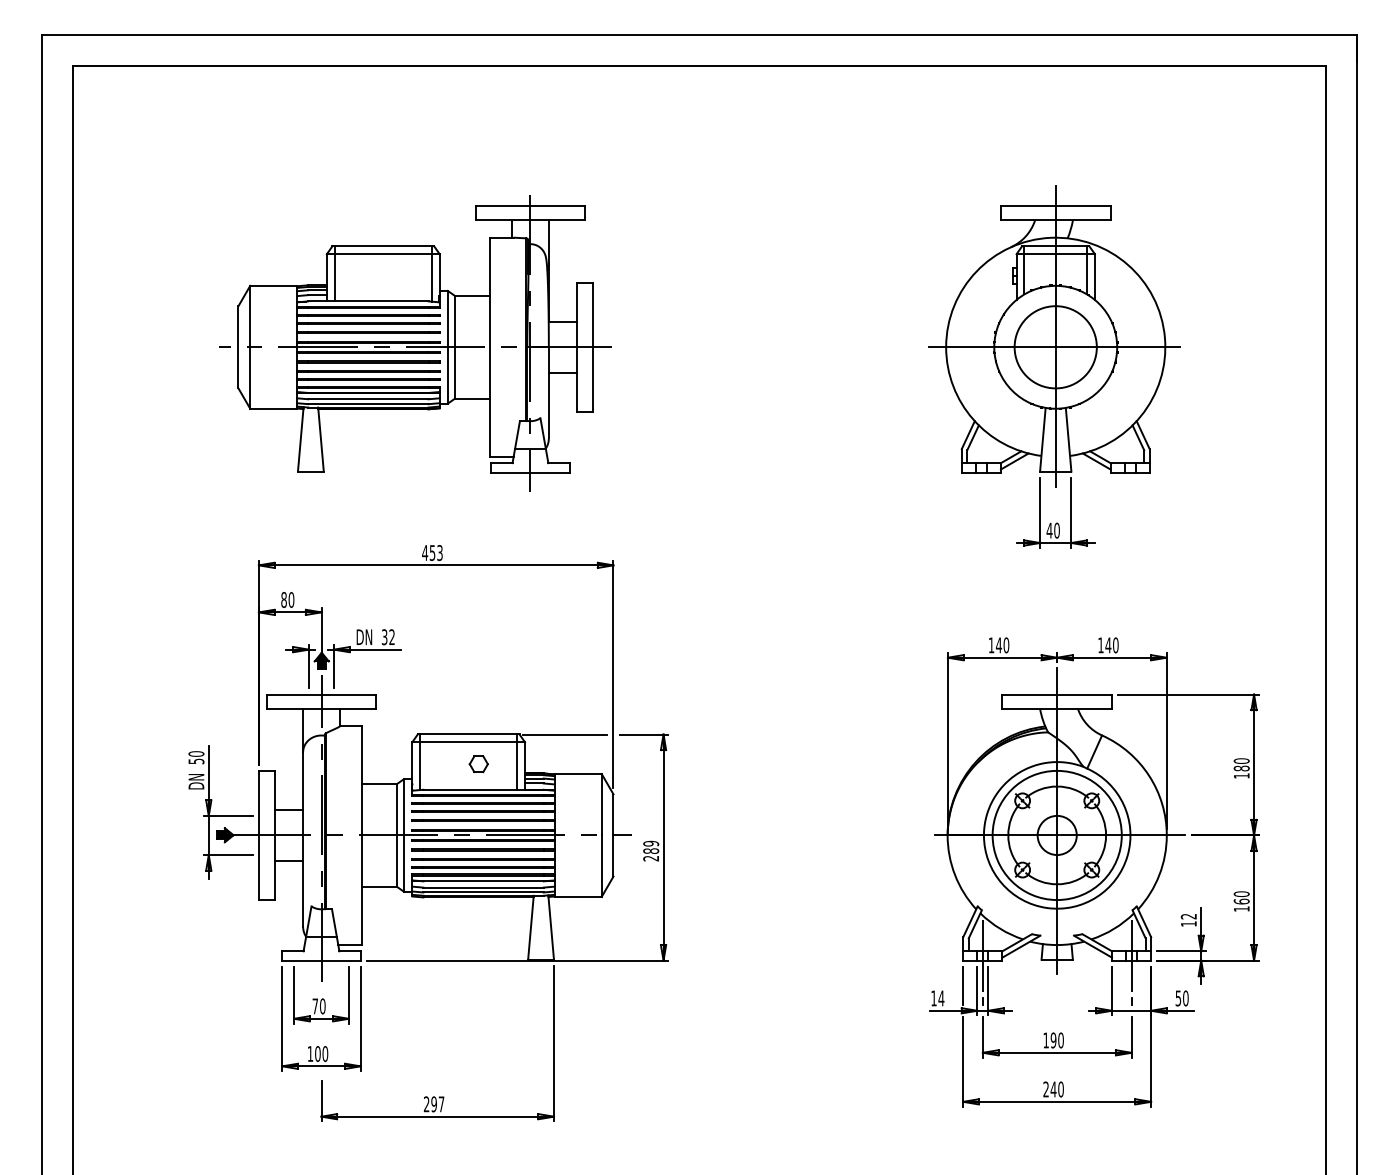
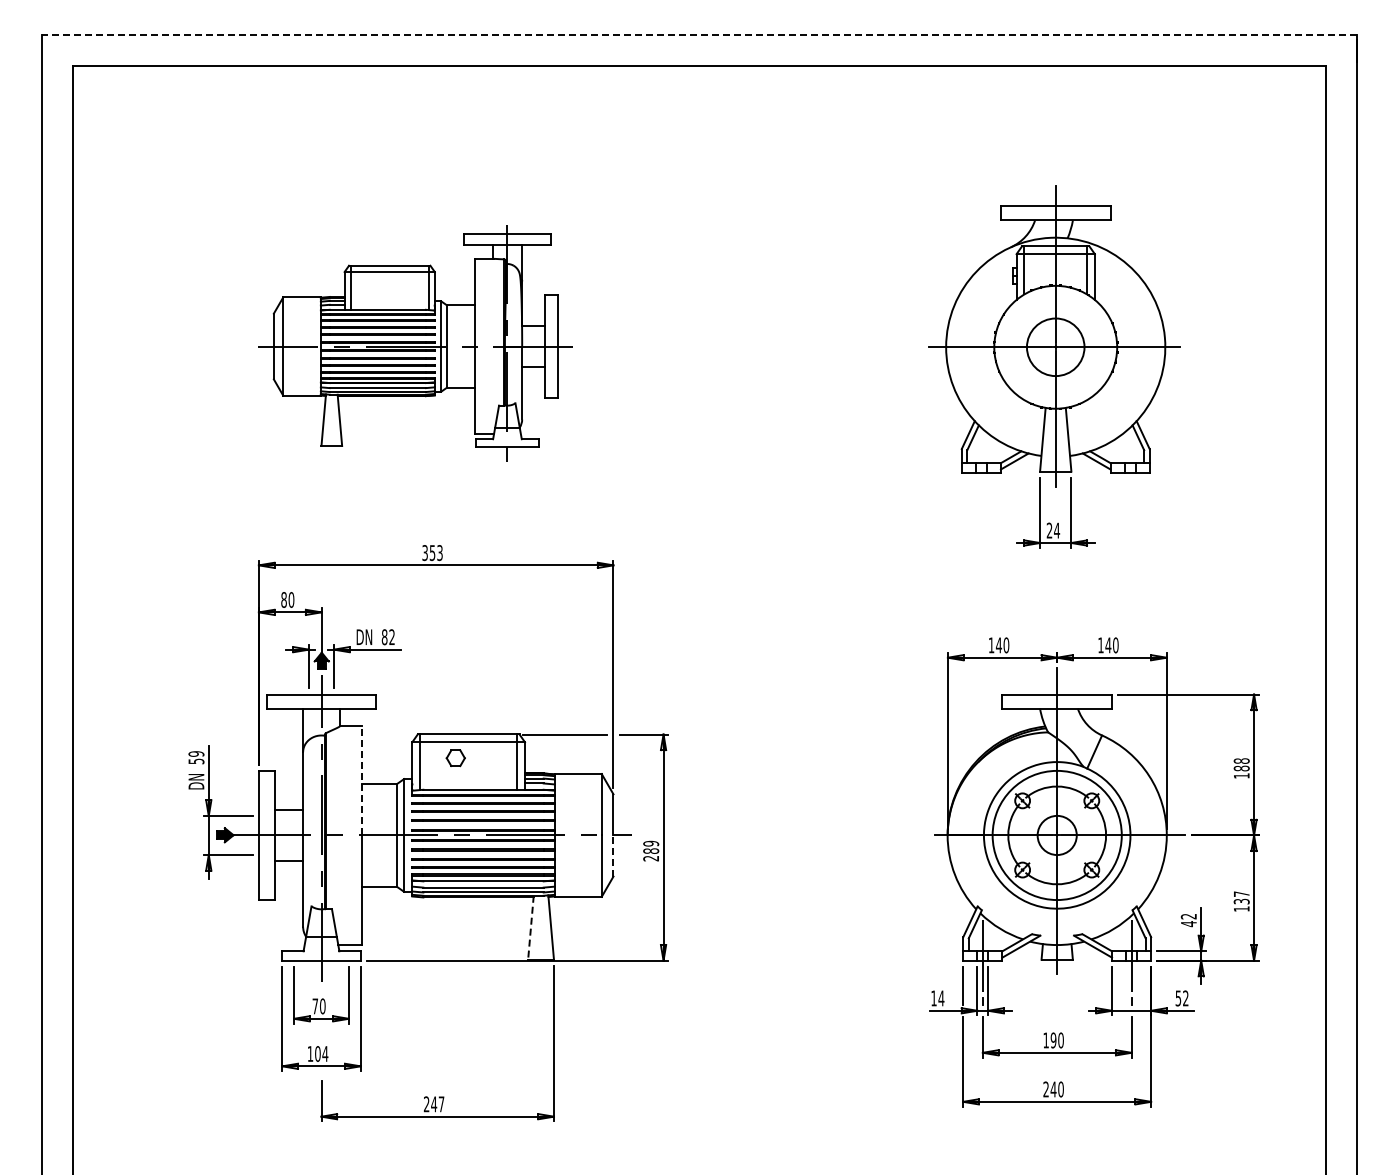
line at (699, 35): solid -> dashed
part at (415, 343) size: 393x297 px -> 315x237 px
circle at (1055, 347) diameter: 82 px -> 58 px
text at (1053, 530): 40 -> 24
text at (425, 553): 453 -> 353
text at (384, 637): 32 -> 82
text at (196, 753): 50 -> 59
text at (1241, 760): 180 -> 188
part at (478, 764) position: (478, 764) -> (455, 758)
line at (362, 780): solid -> dashed
line at (613, 856): solid -> dashed
text at (1241, 897): 160 -> 137
text at (1188, 924): 12 -> 42
line at (530, 928): solid -> dashed
text at (1185, 998): 50 -> 52
text at (325, 1053): 100 -> 104
text at (434, 1104): 297 -> 247
